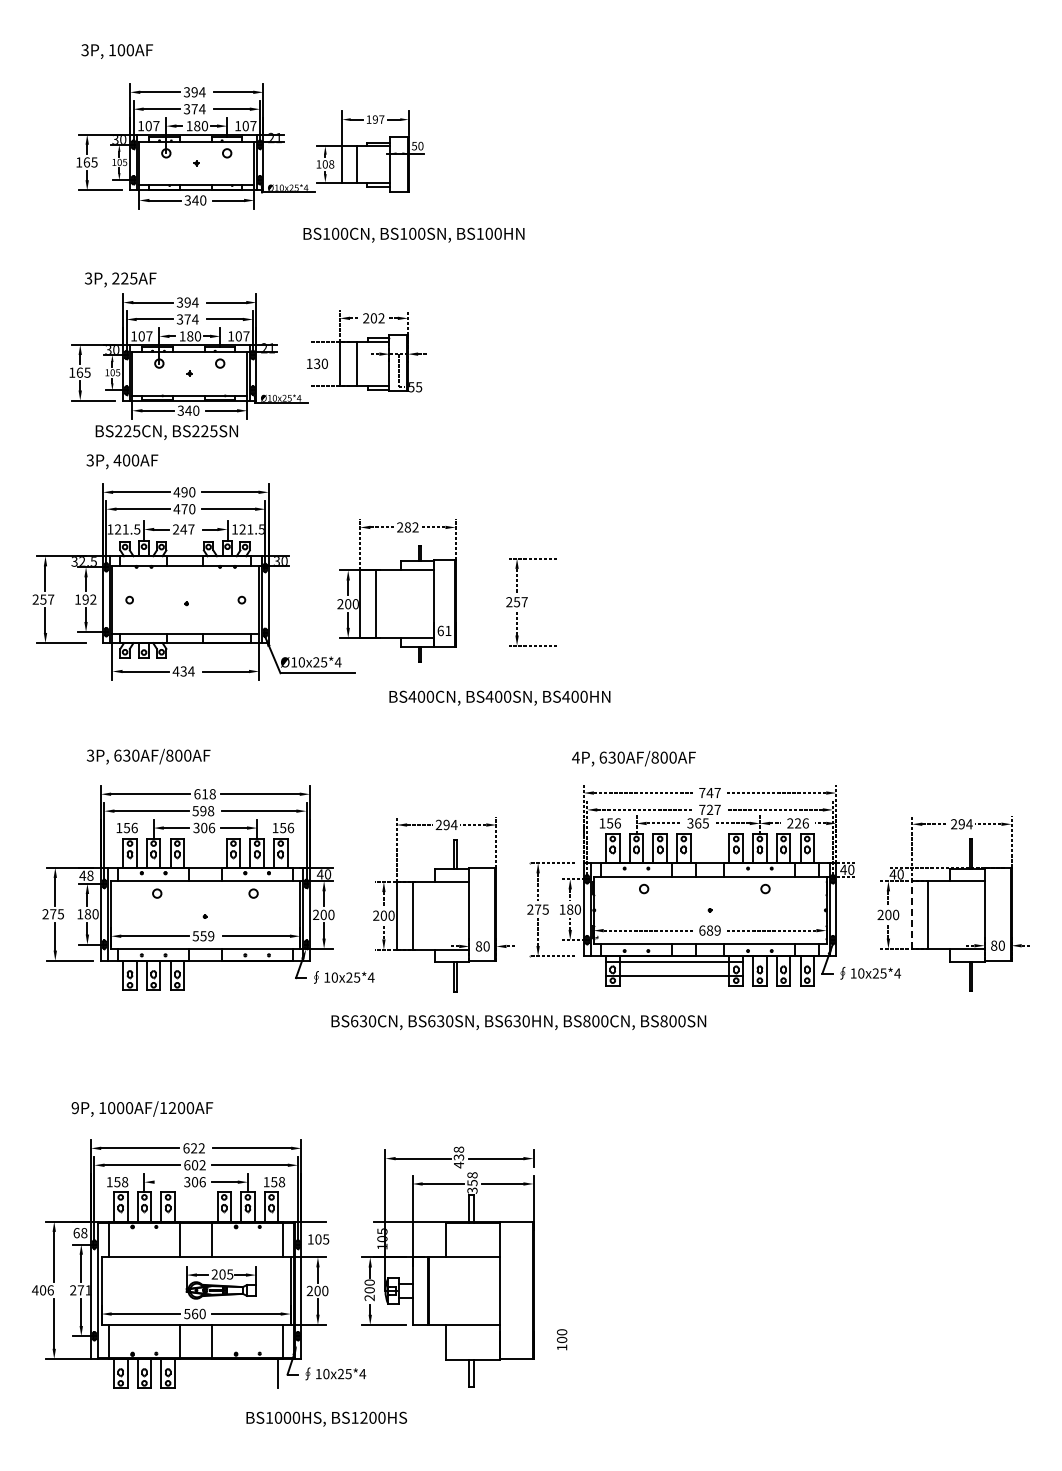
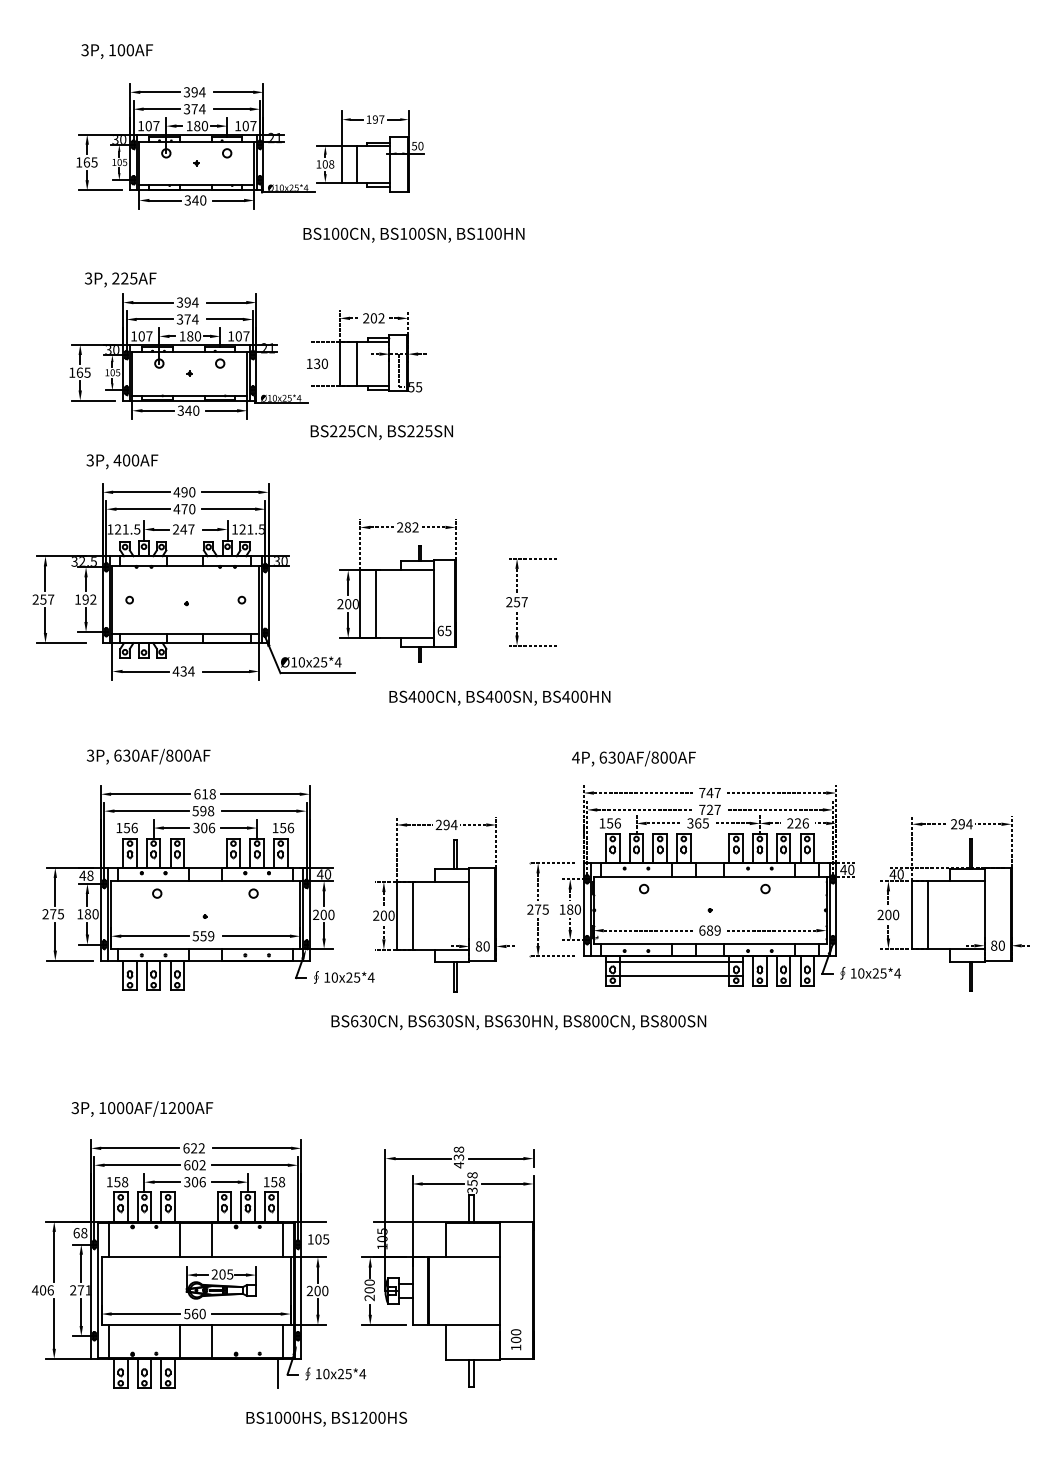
text at (166, 432) position: (166, 432) -> (381, 432)
text at (448, 630): 61 -> 65
line at (912, 915): dashed -> solid
text at (74, 1107): 9P, -> 3P,
line at (167, 1182): none -> present
text at (562, 1339) position: (562, 1339) -> (516, 1339)
